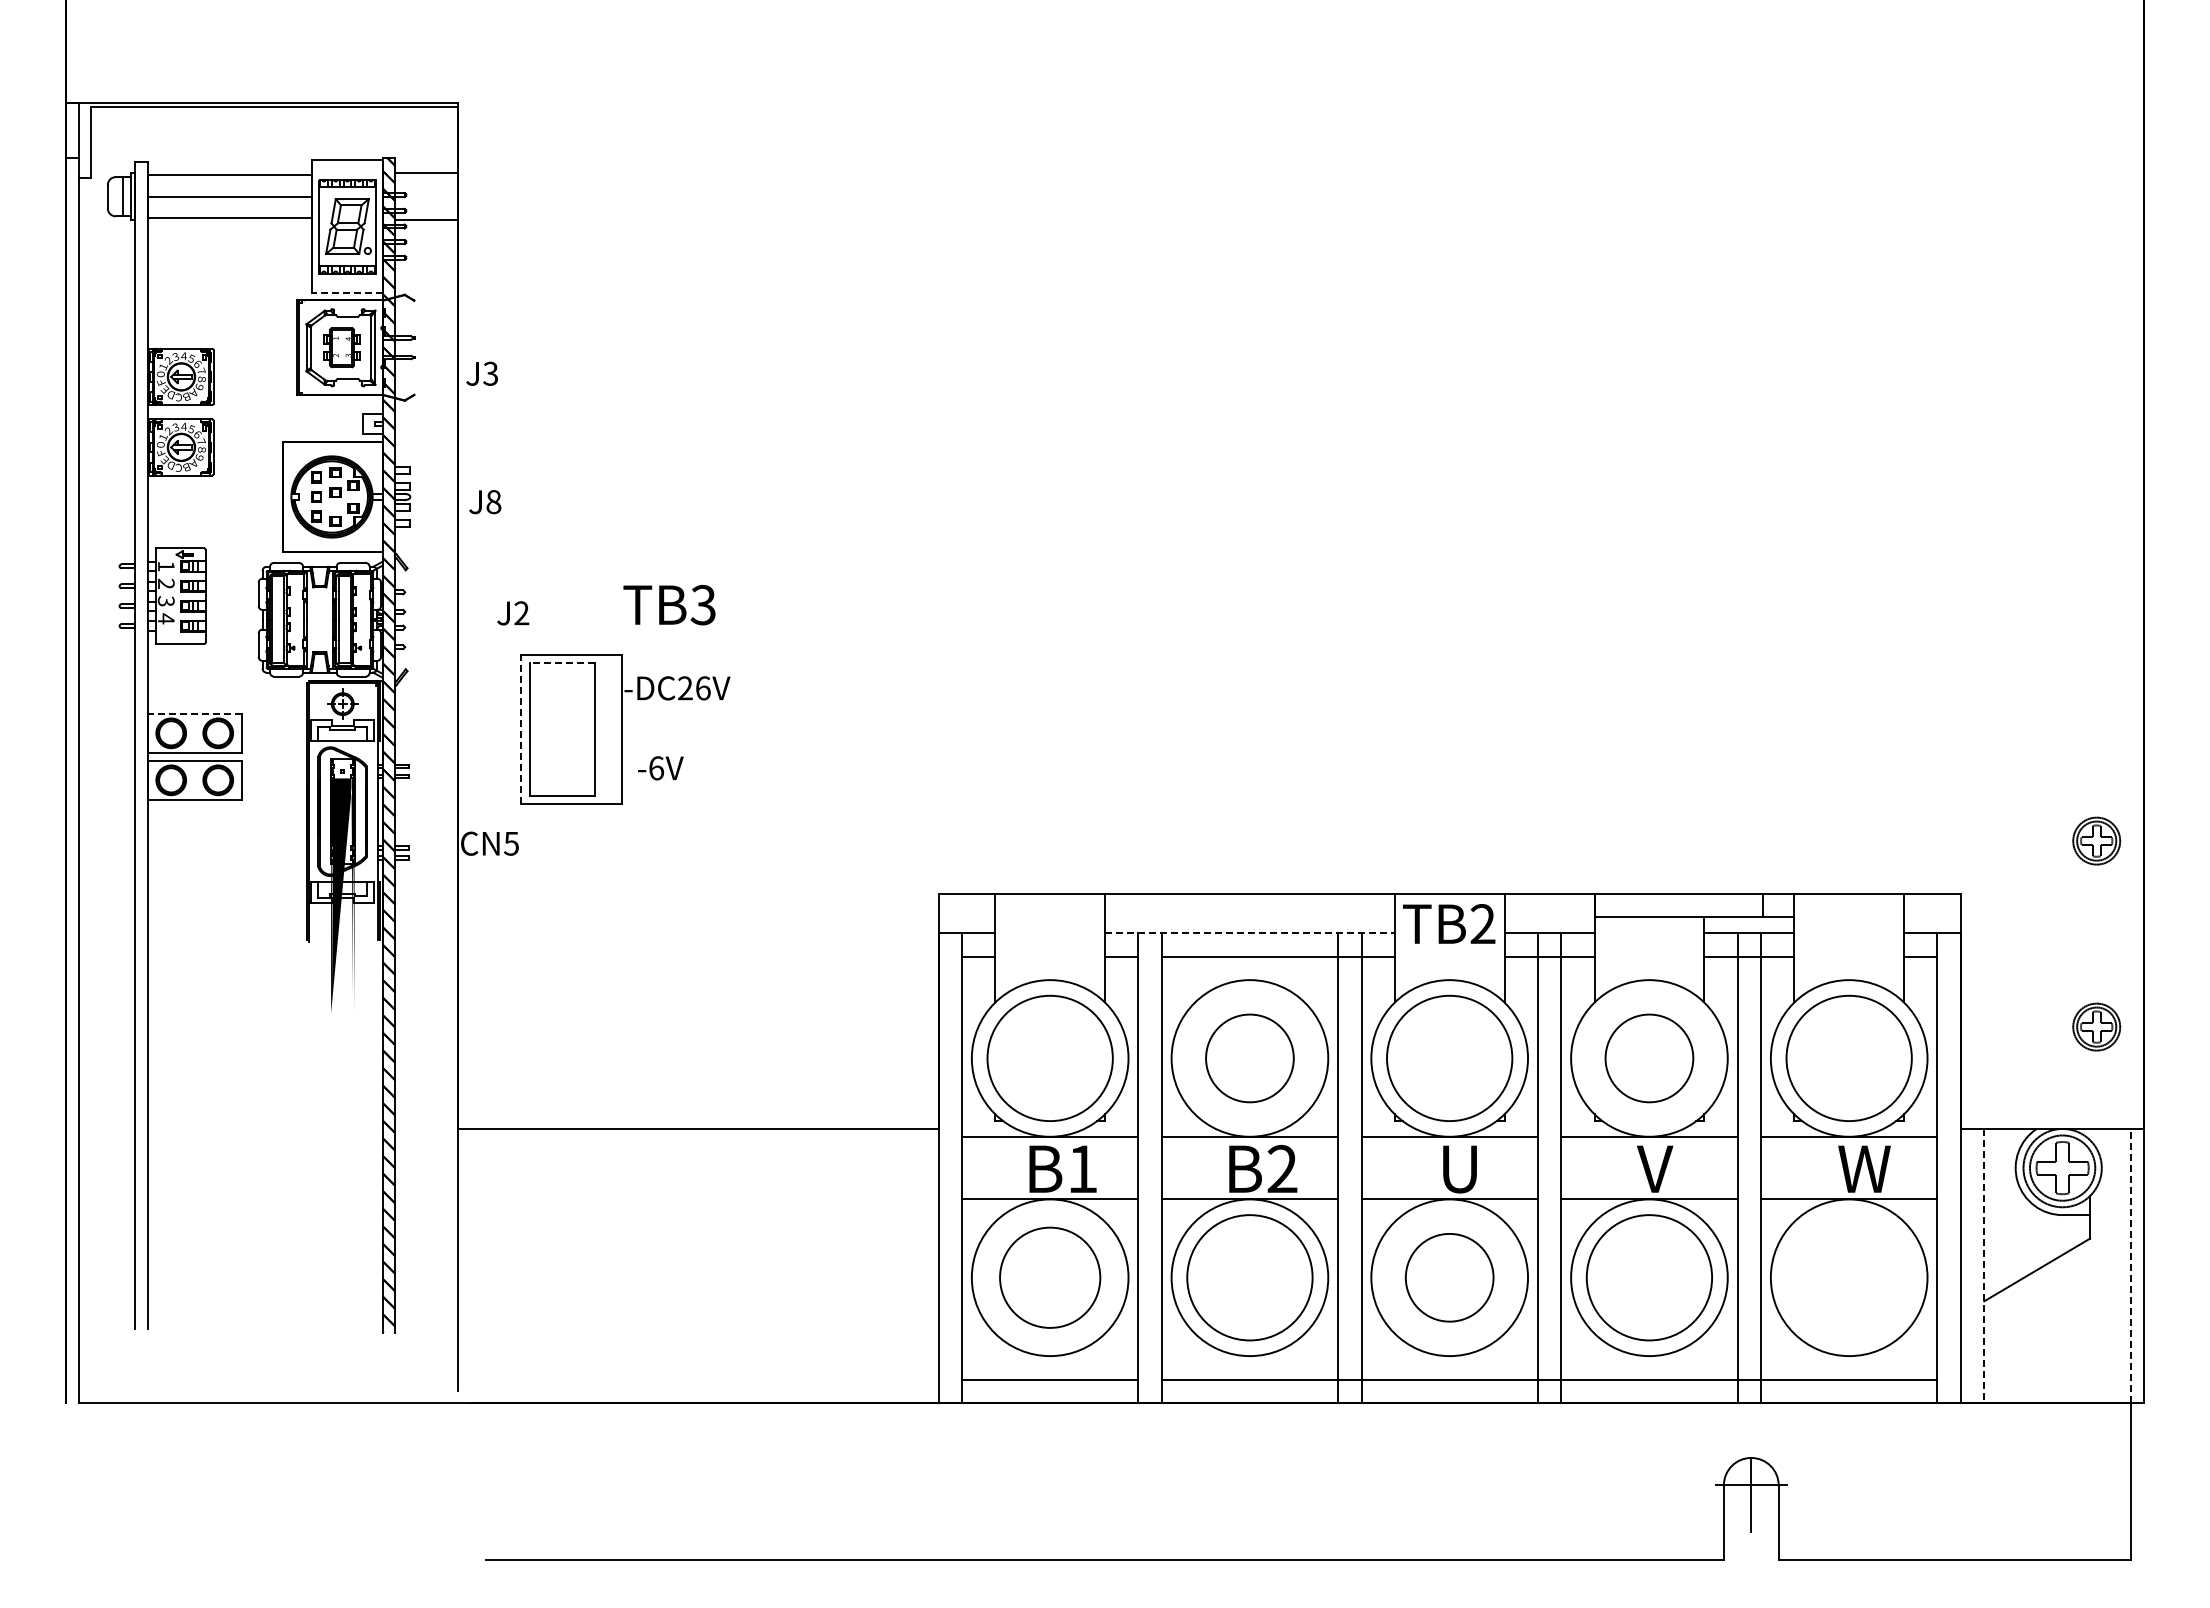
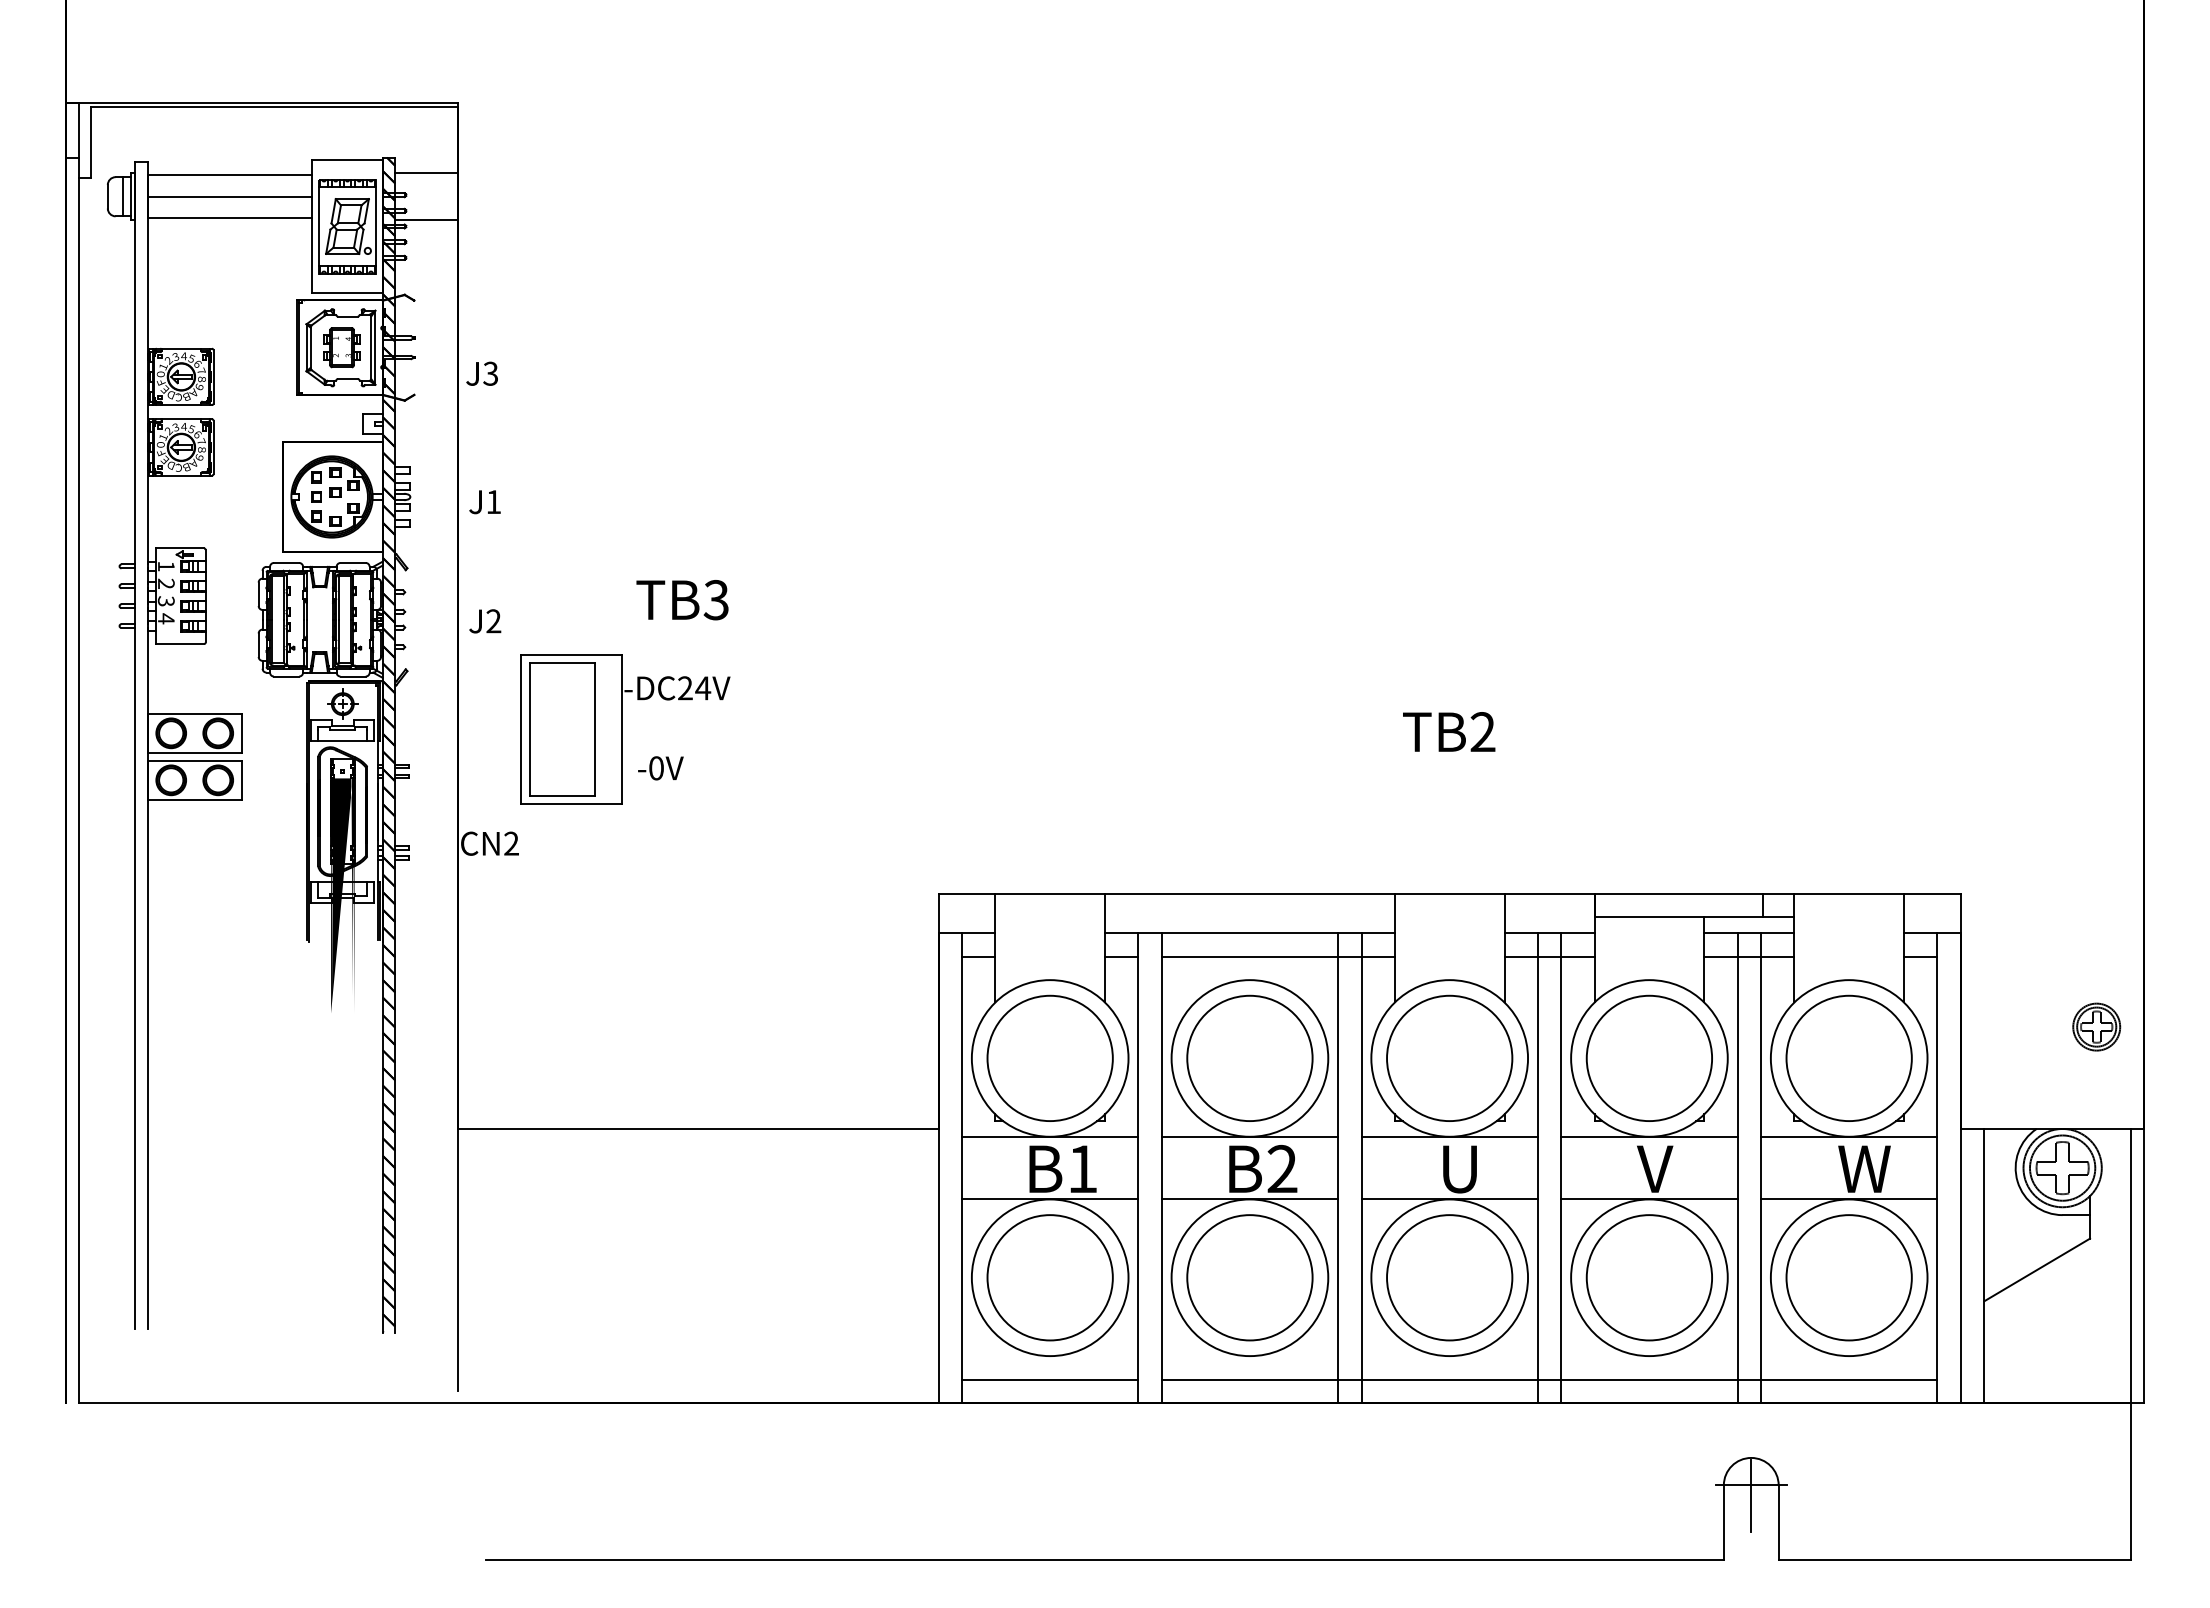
line at (347, 293): dashed -> solid
text at (493, 502): J8 -> J1
text at (669, 605) position: (669, 605) -> (682, 600)
text at (513, 613) position: (513, 613) -> (485, 621)
line at (562, 662): dashed -> solid
text at (703, 688): -DC26V -> -DC24V
line at (194, 713): dashed -> solid
line at (520, 728): dashed -> solid
text at (656, 768): -6V -> -0V
part at (2096, 840): present -> none
text at (511, 843): CN5 -> CN2
text at (1449, 923) position: (1449, 923) -> (1449, 731)
line at (1249, 933): dashed -> solid
circle at (1249, 1058) diameter: 88 px -> 125 px
circle at (1649, 1058) diameter: 88 px -> 125 px
line at (2131, 1265): dashed -> solid
line at (1984, 1266): dashed -> solid
circle at (1050, 1277) diameter: 100 px -> 125 px
circle at (1449, 1277) diameter: 88 px -> 125 px
circle at (1848, 1277): none -> present
